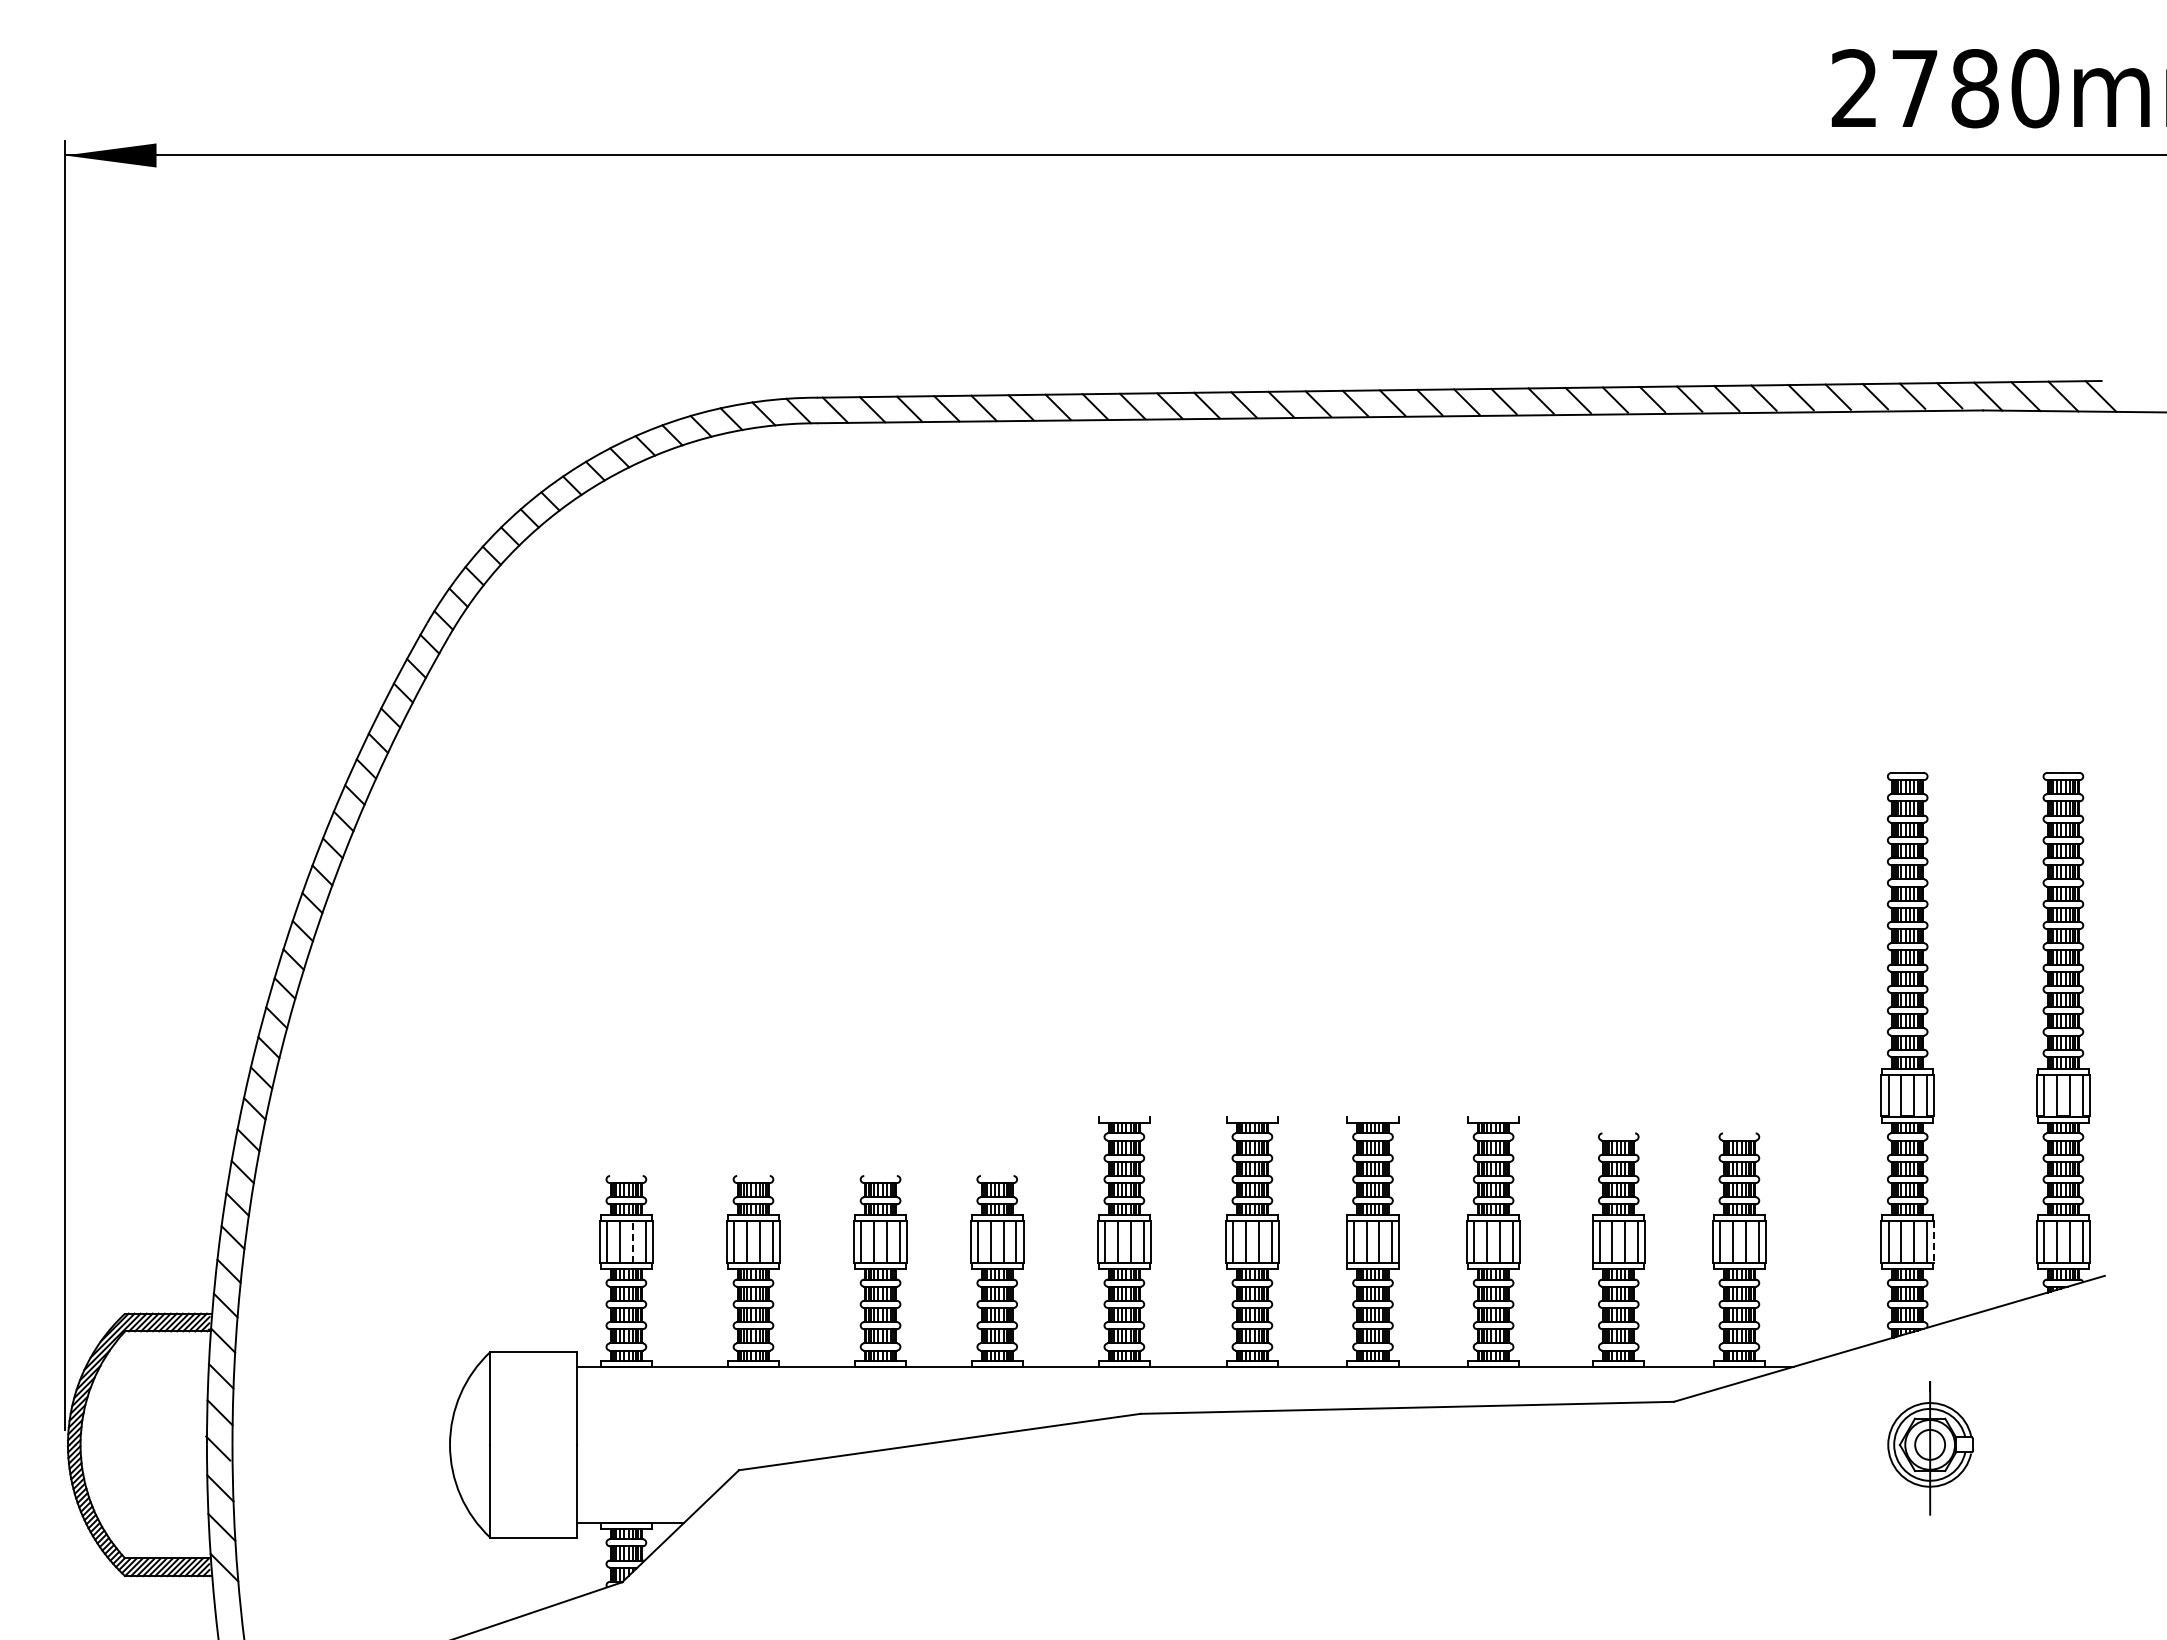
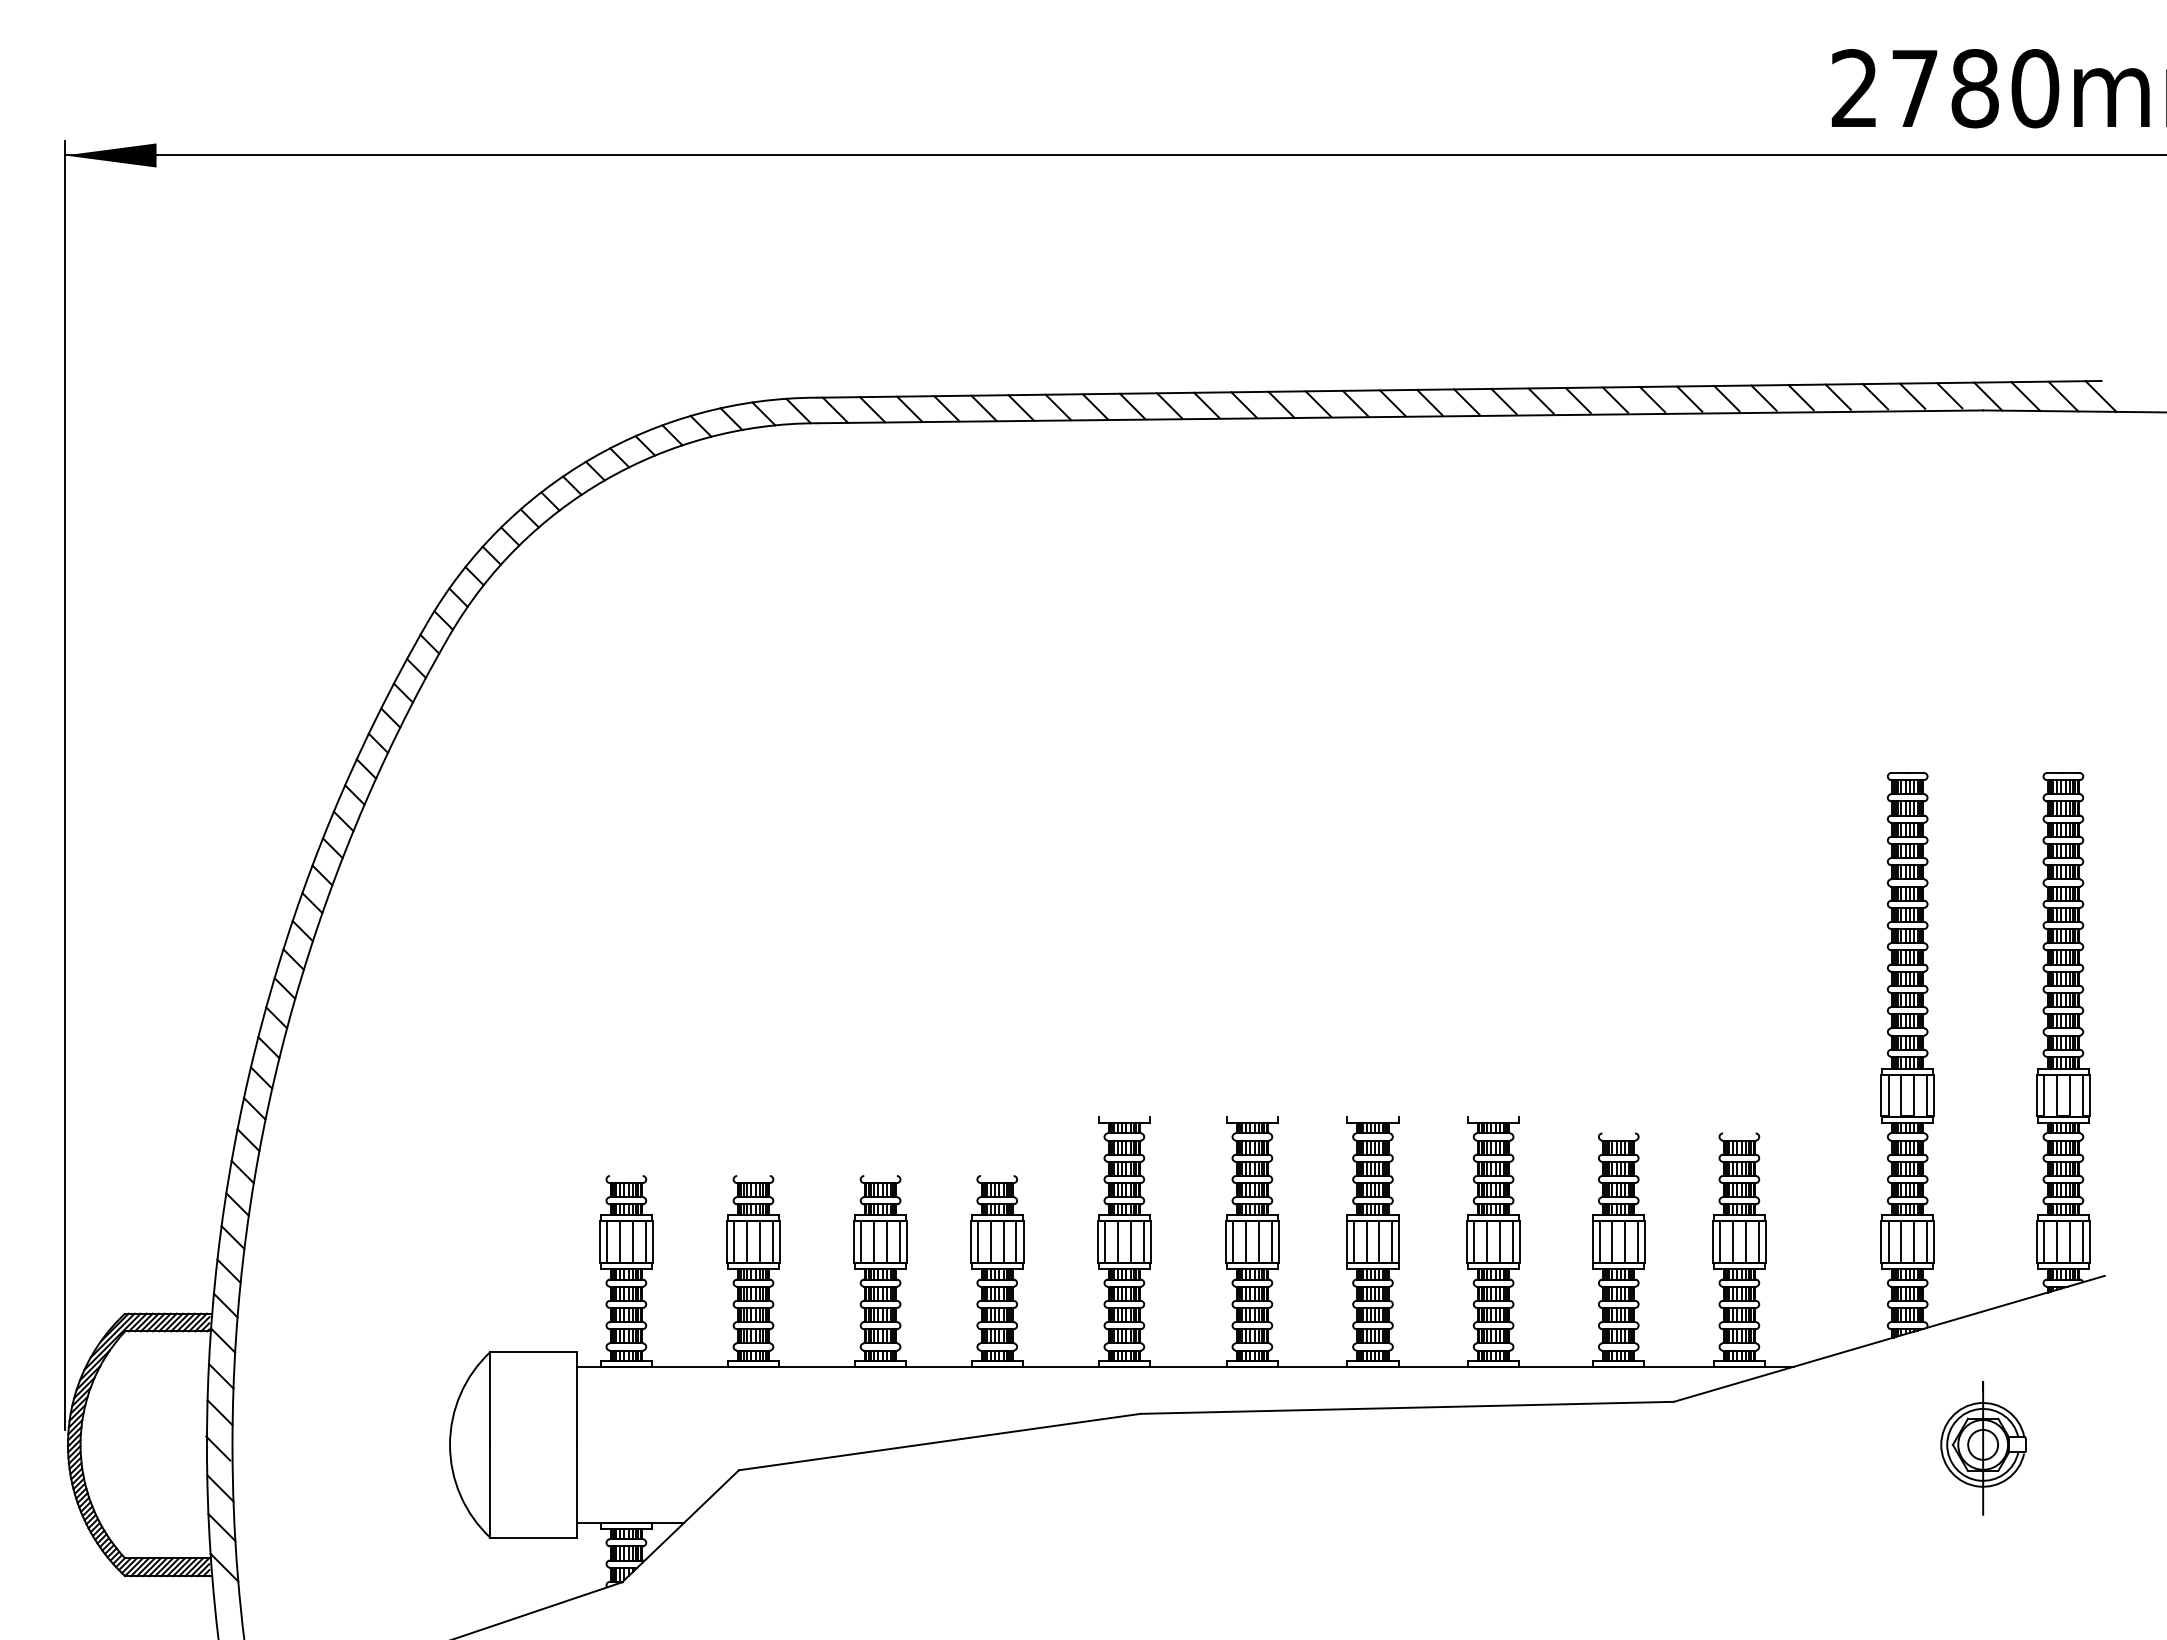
line at (632, 1241): dashed -> solid
line at (1933, 1241): dashed -> solid
part at (1930, 1448) position: (1930, 1448) -> (1983, 1448)
